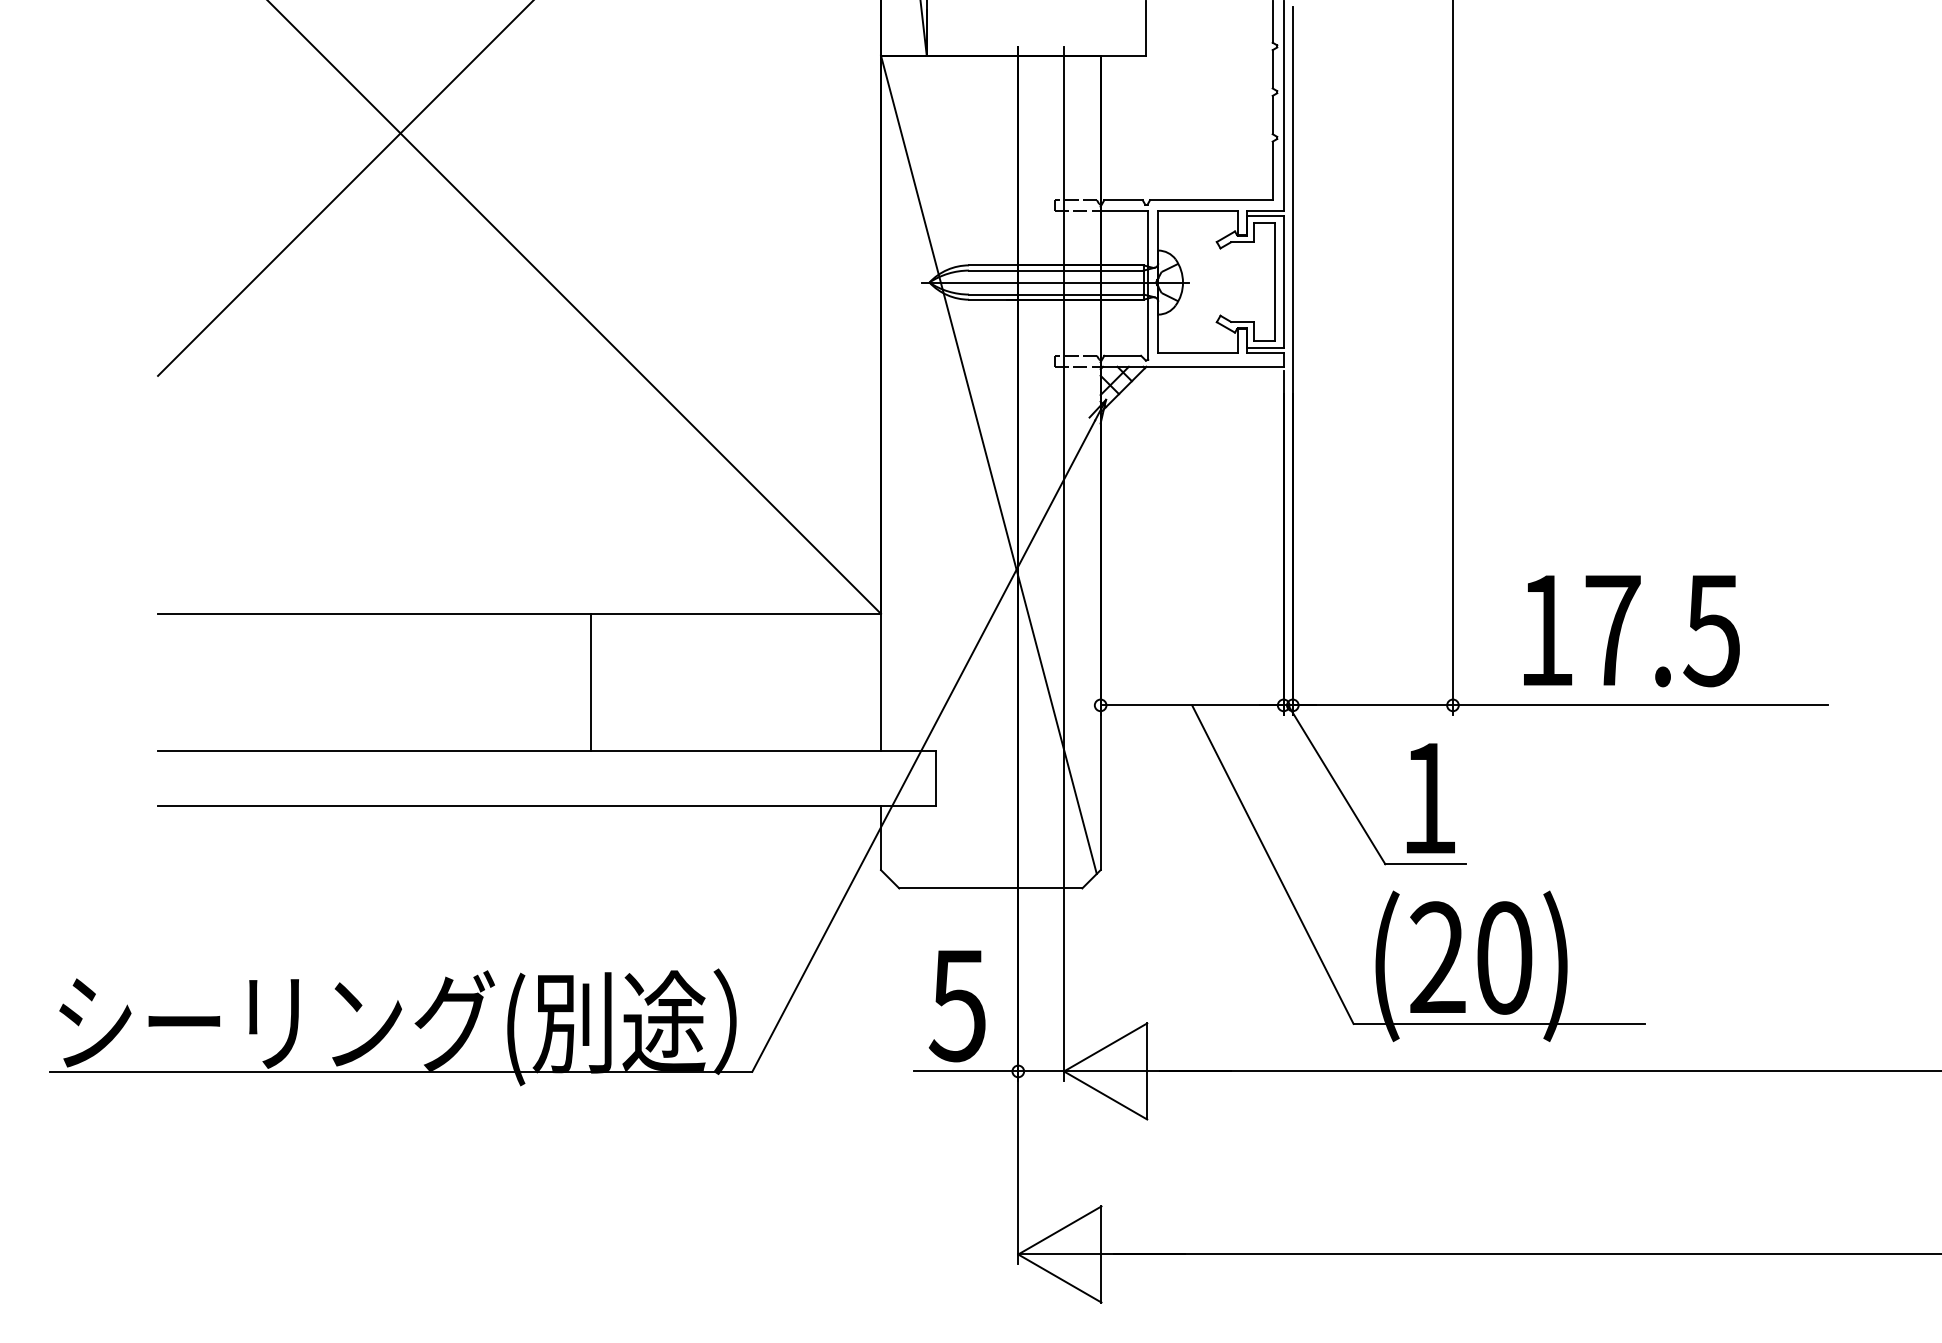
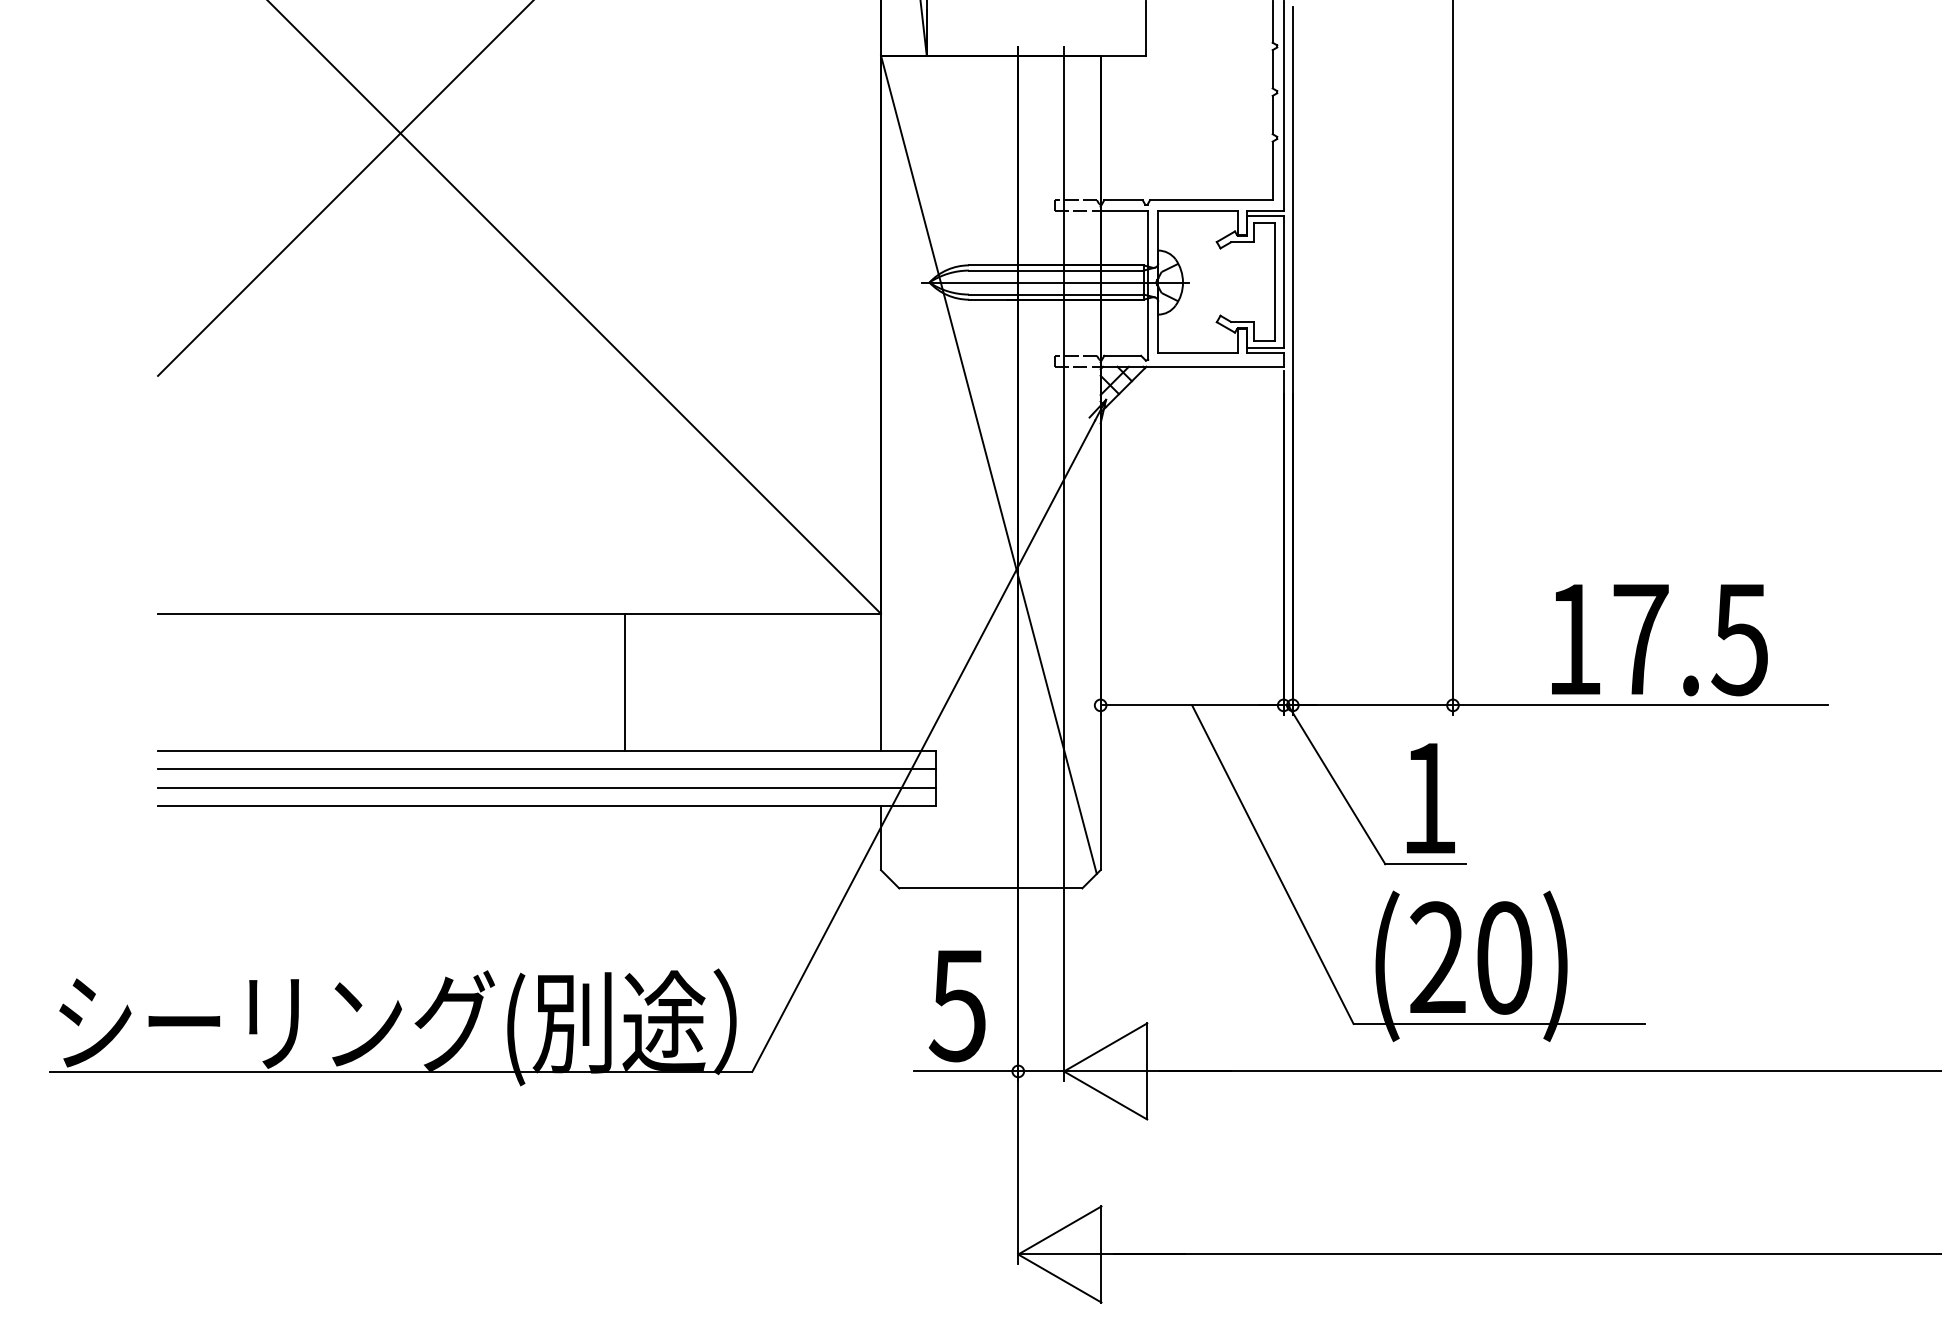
text at (1631, 631) position: (1631, 631) -> (1659, 640)
line at (590, 682) position: (590, 682) -> (624, 682)
line at (546, 769): none -> present
line at (546, 787): none -> present
